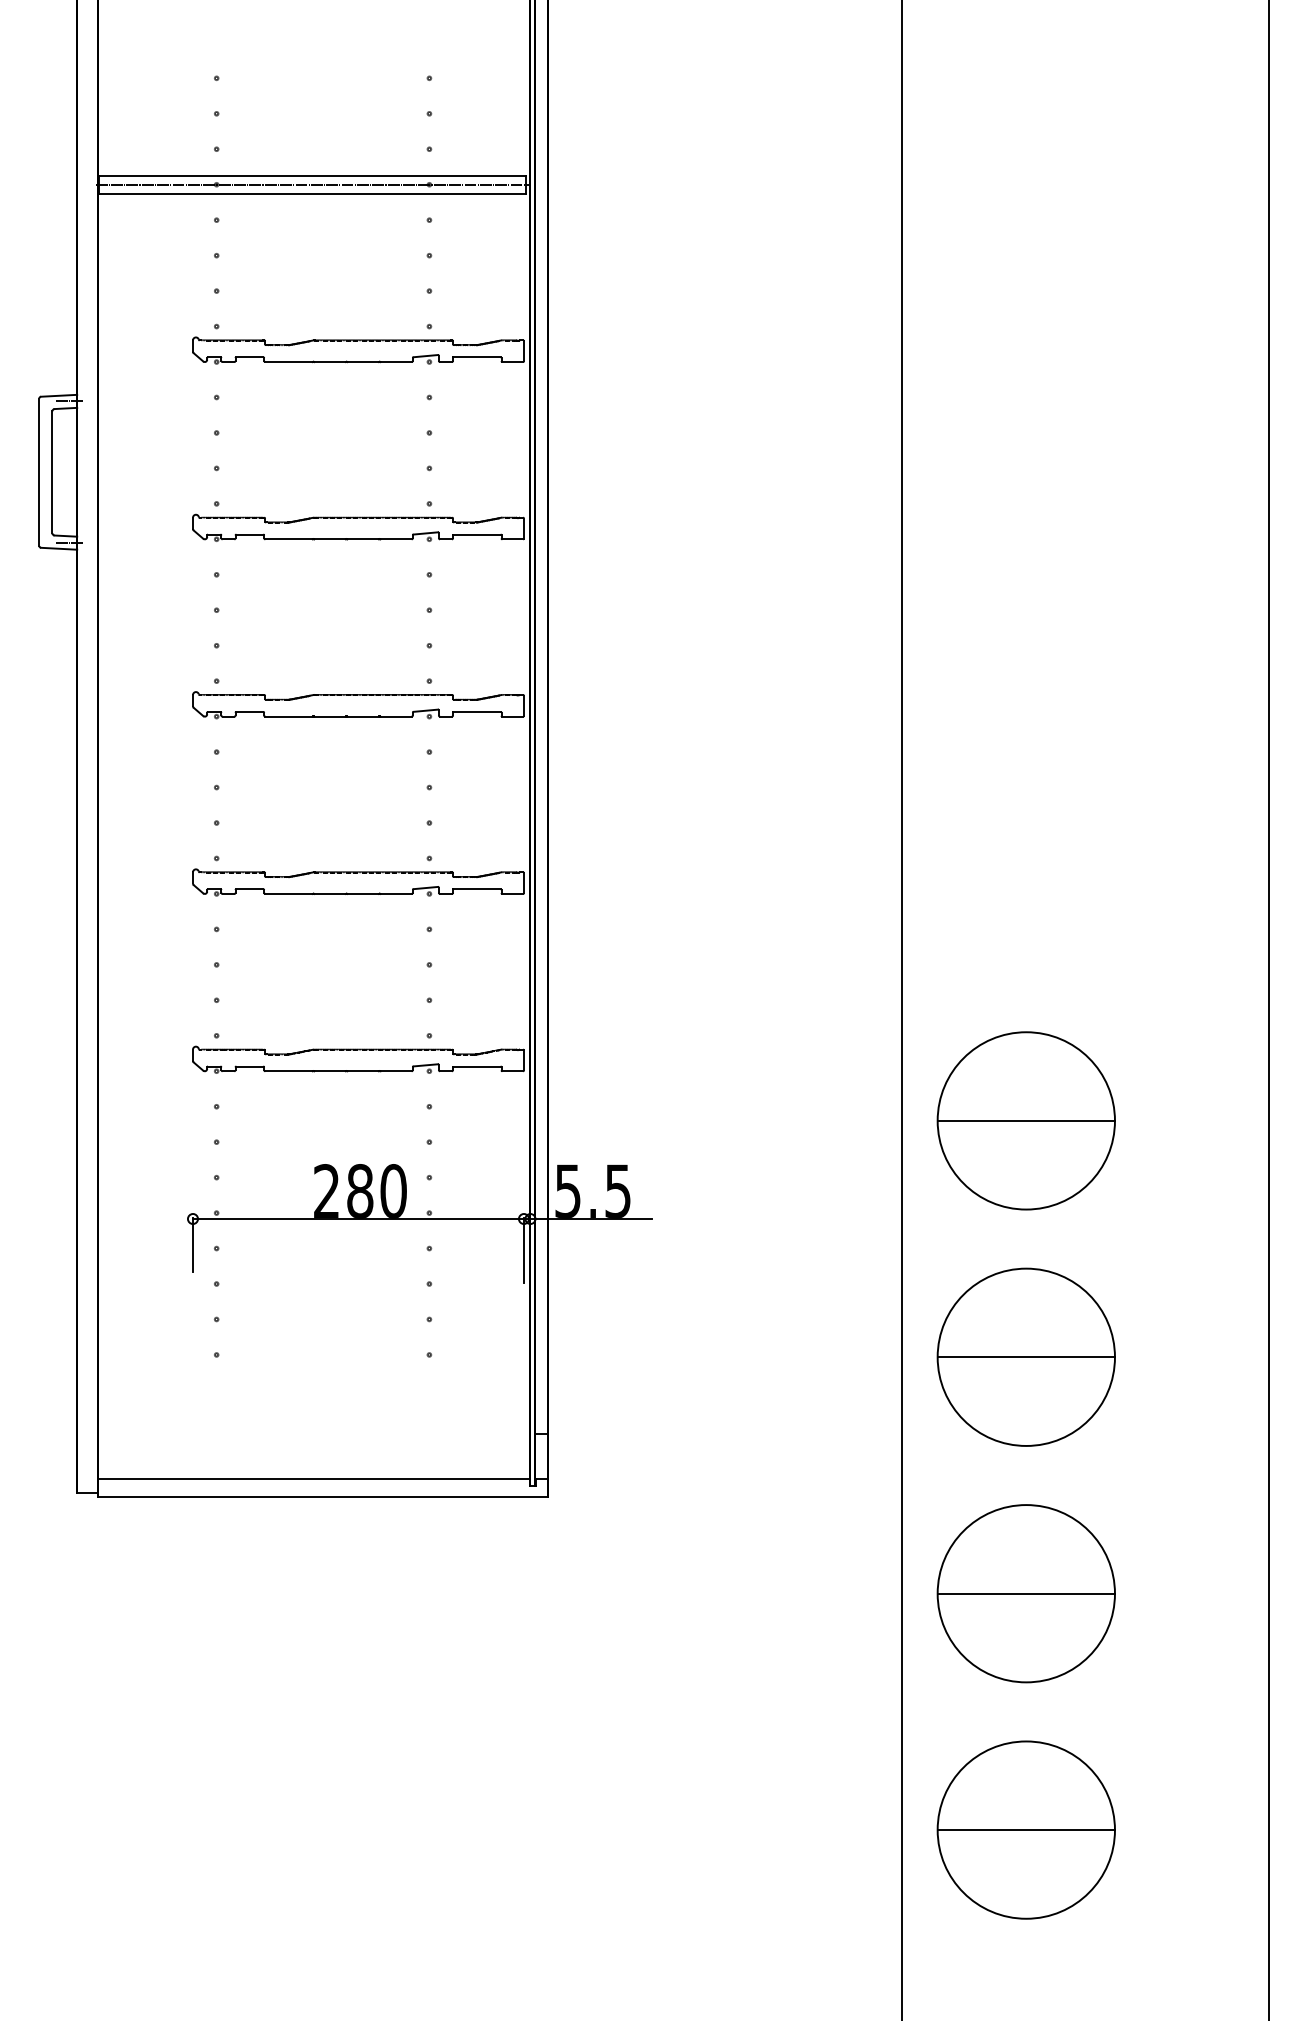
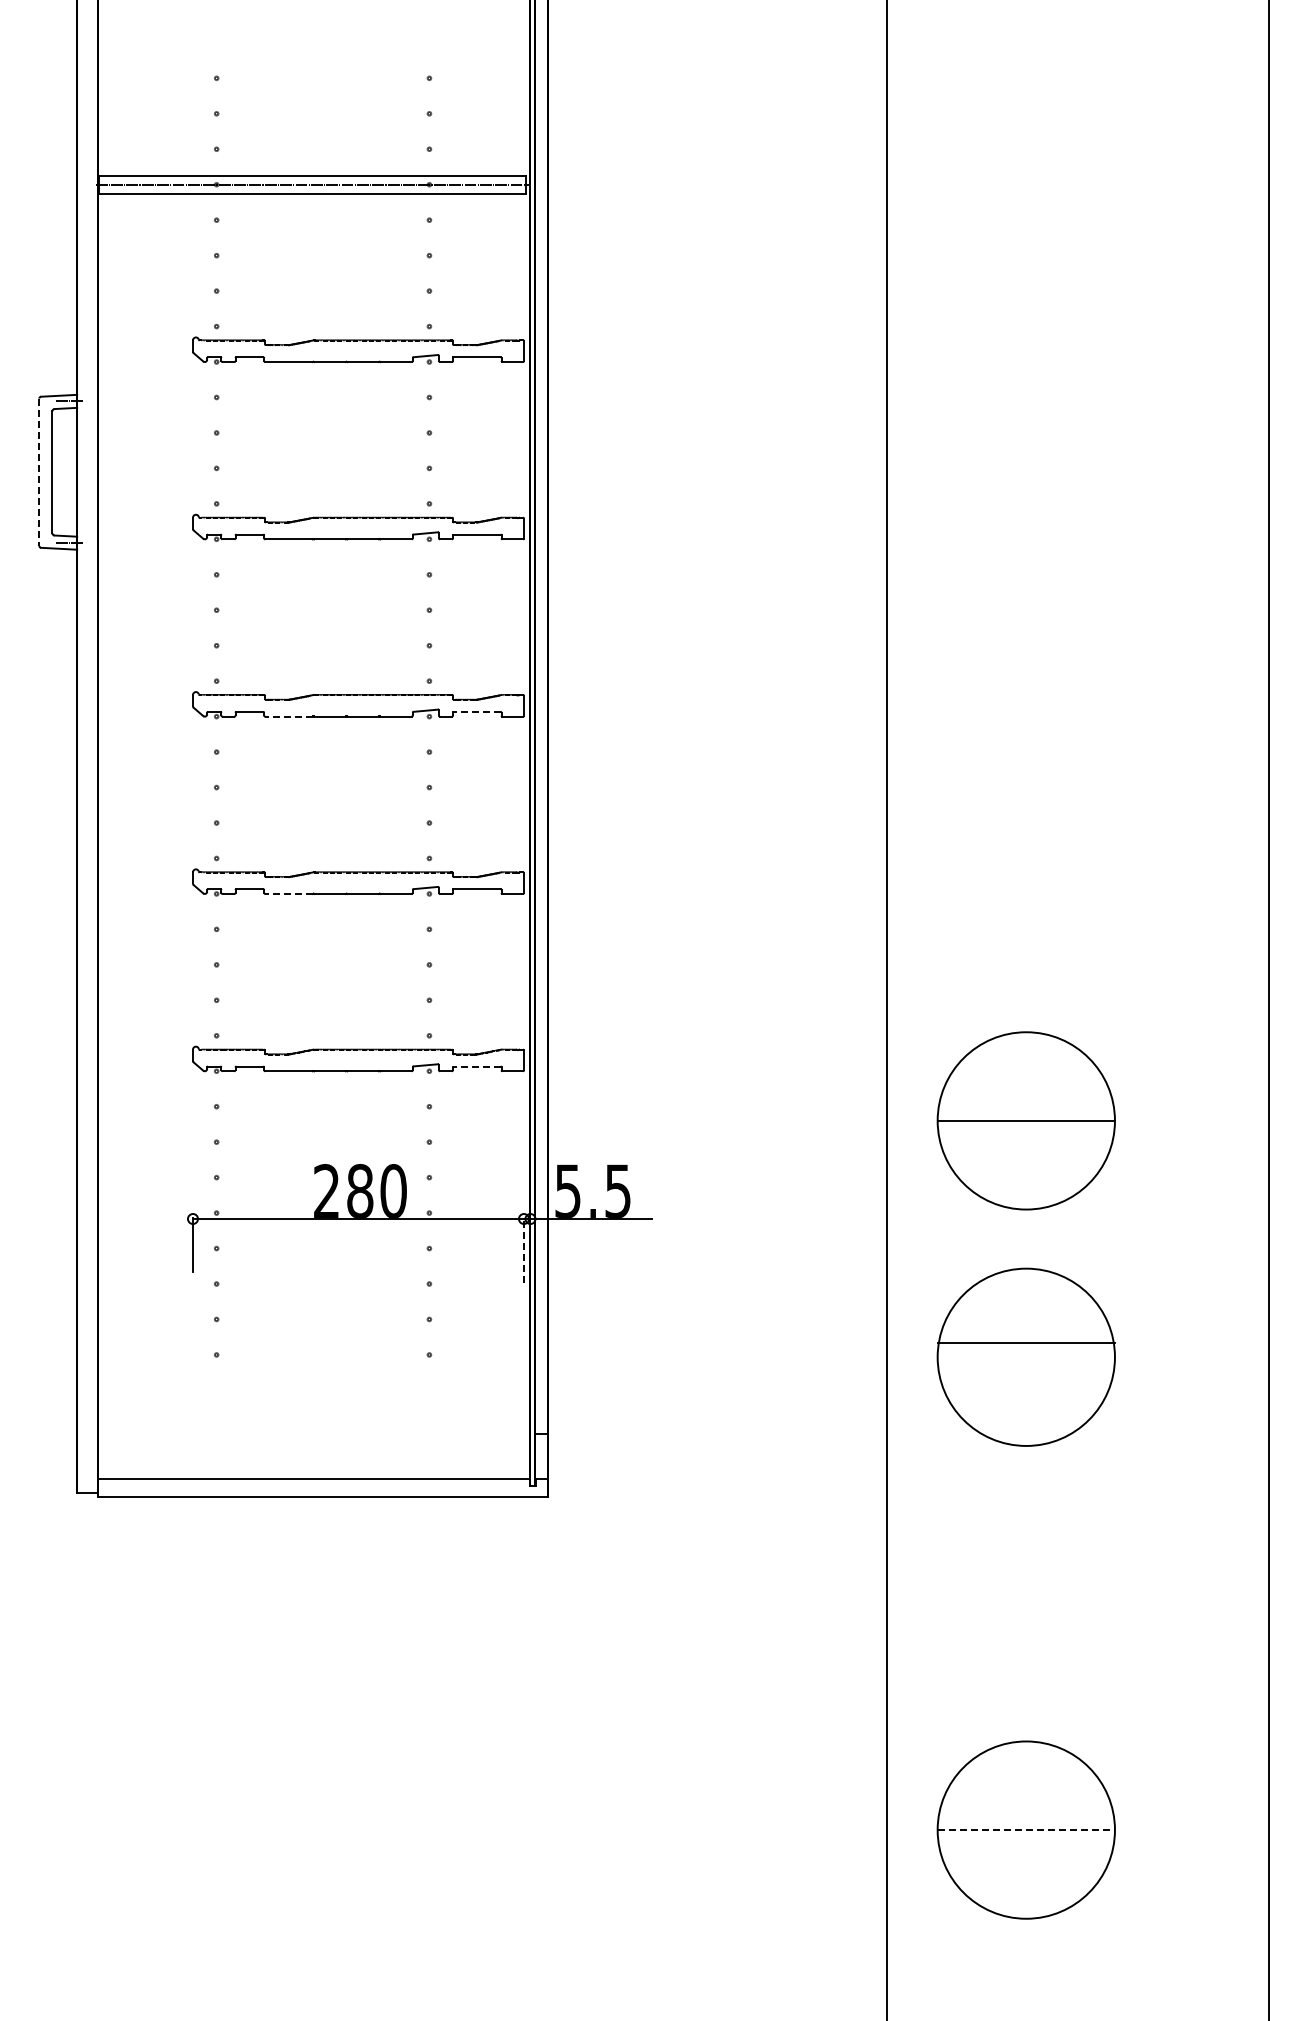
line at (39, 472): solid -> dashed
line at (476, 711): solid -> dashed
line at (289, 716): solid -> dashed
line at (289, 893): solid -> dashed
line at (902, 1009) position: (902, 1009) -> (887, 1009)
line at (476, 1066): solid -> dashed
line at (523, 1250): solid -> dashed
line at (1025, 1357) position: (1025, 1357) -> (1025, 1343)
part at (1025, 1593): present -> none
line at (1026, 1830): solid -> dashed
